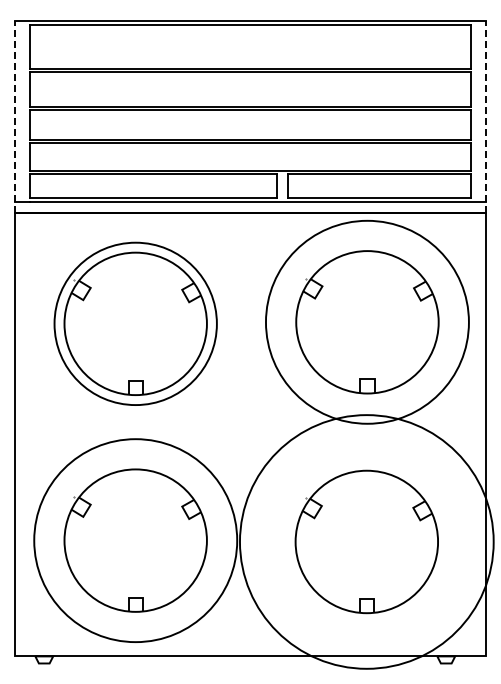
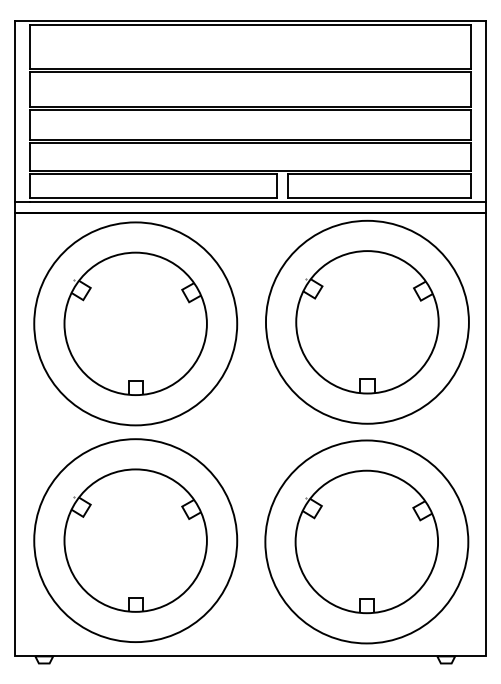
line at (15, 116): dashed -> solid
line at (485, 116): dashed -> solid
circle at (135, 323) diameter: 162 px -> 203 px
circle at (366, 541) diameter: 254 px -> 203 px
